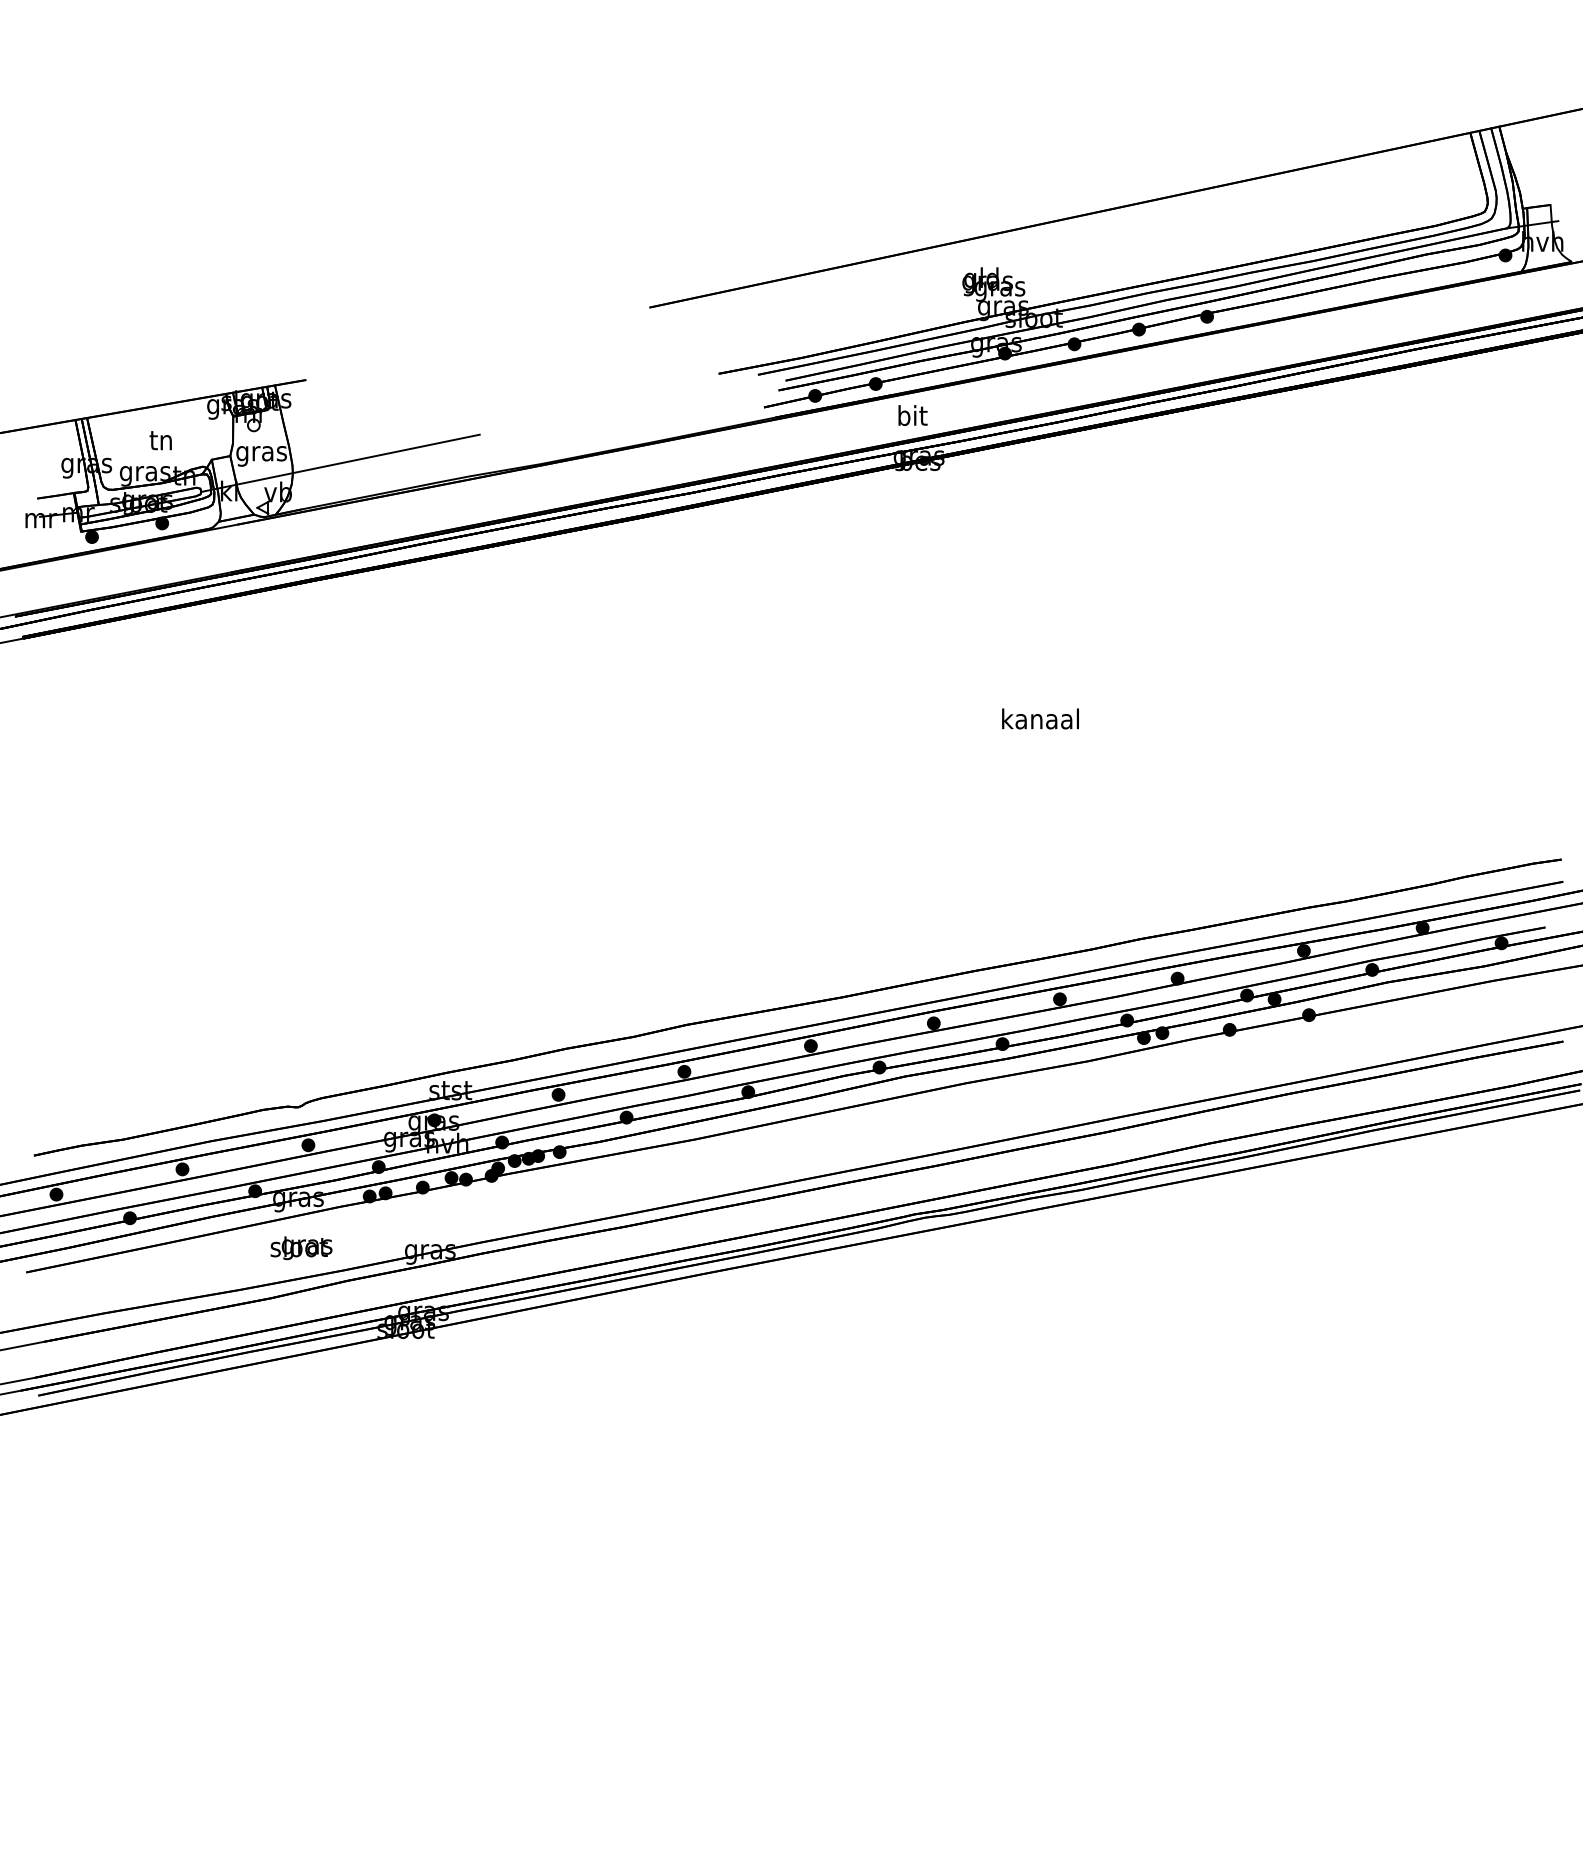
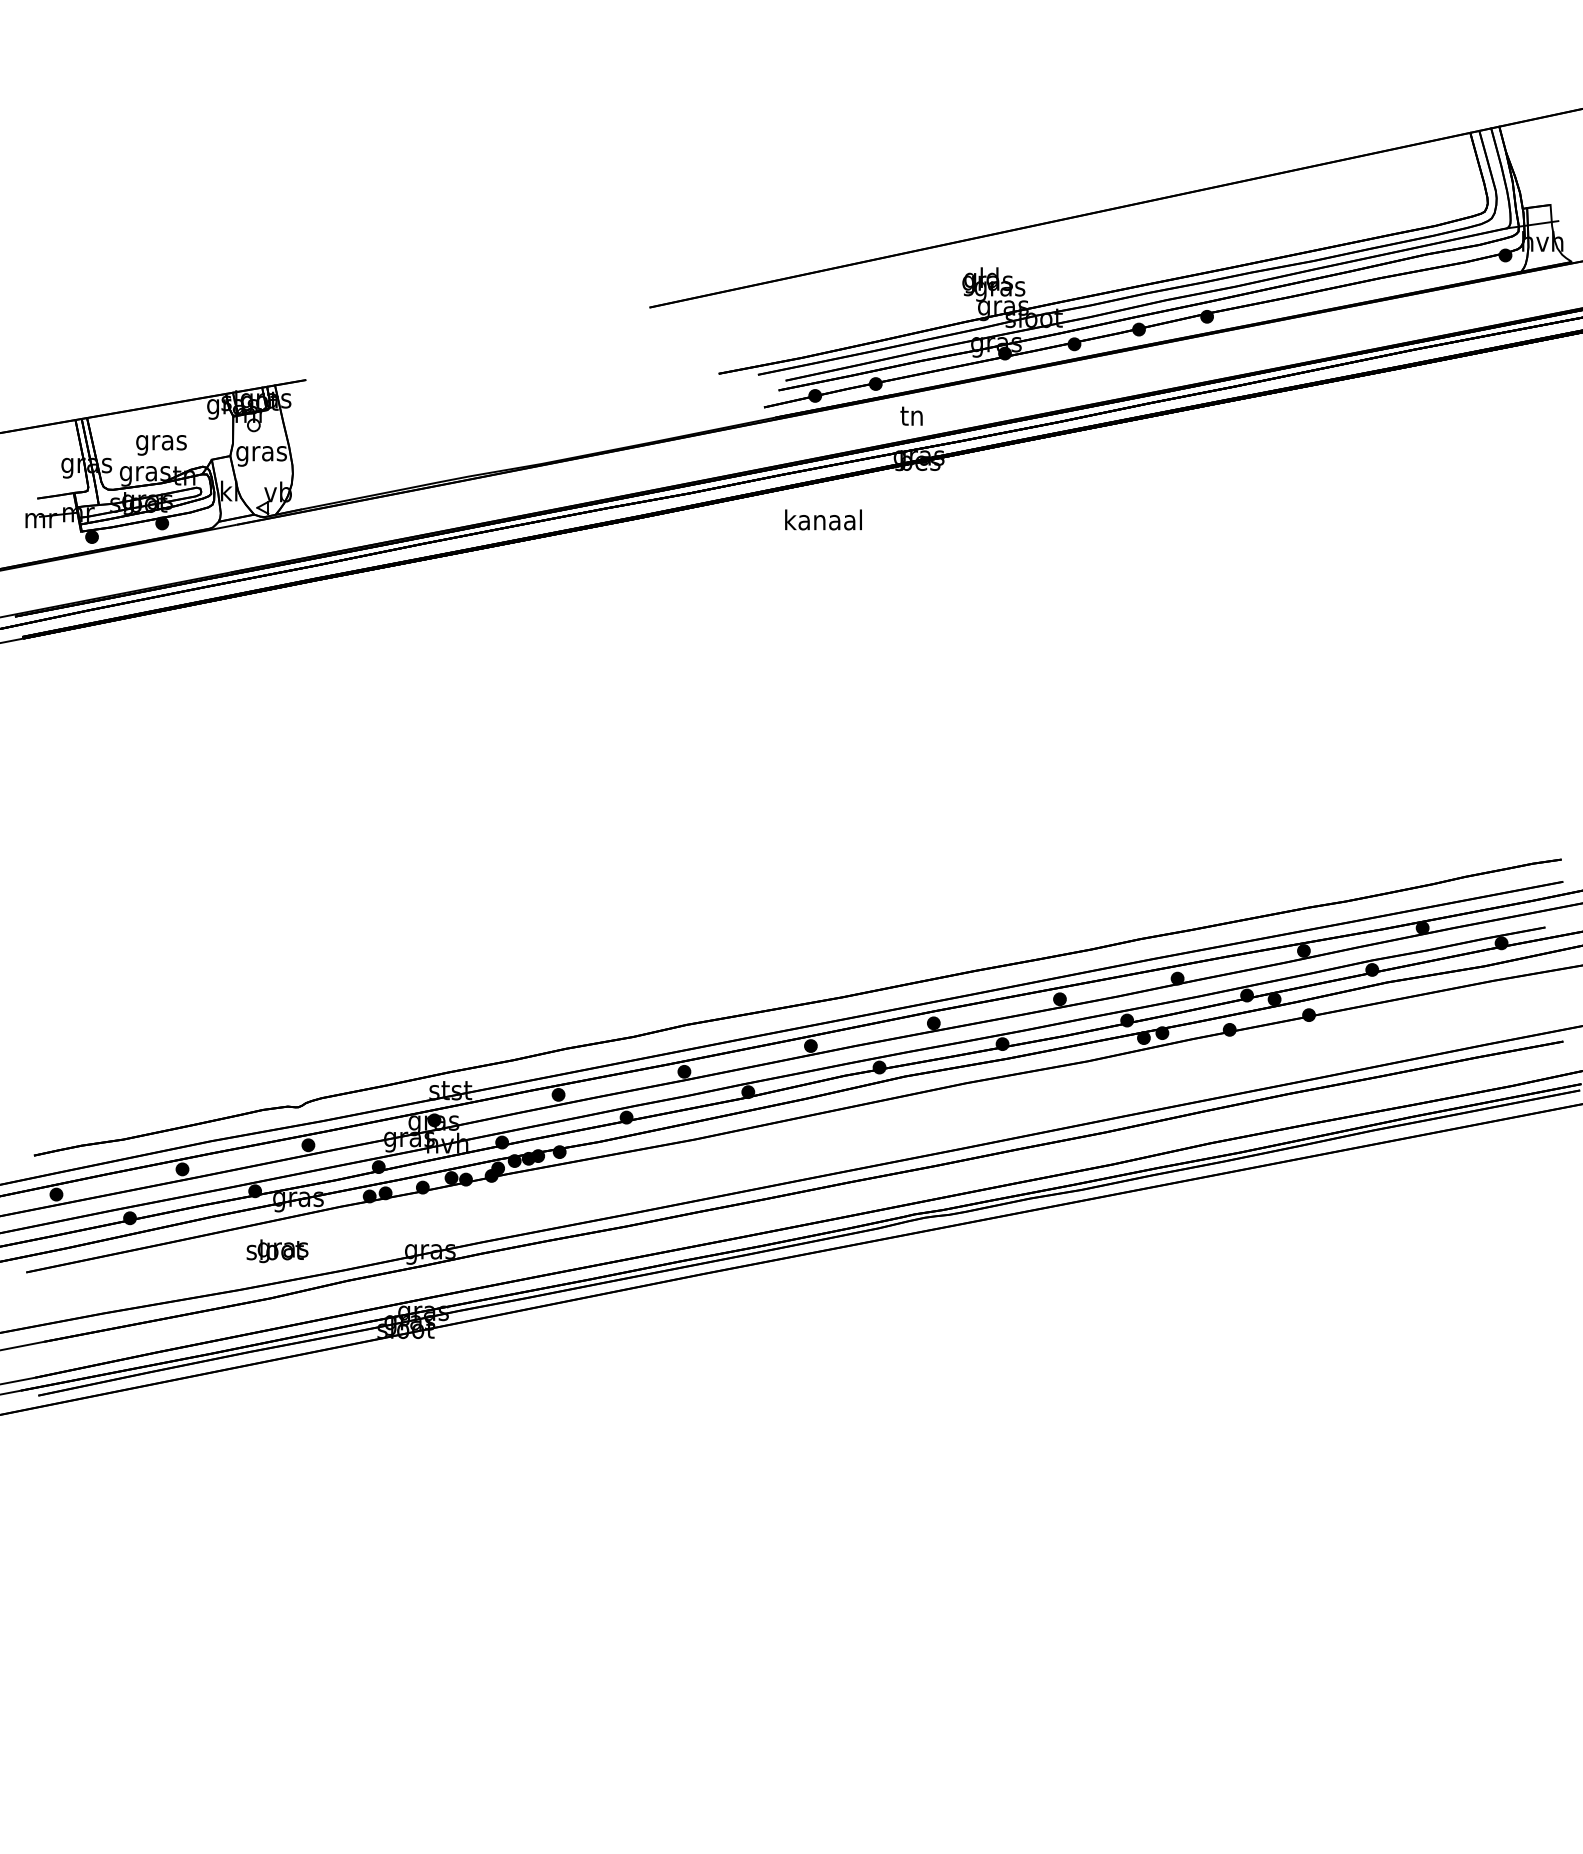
text at (912, 415): bit -> tn
text at (161, 443): tn -> gras
line at (340, 462): present -> none
text at (1040, 718) position: (1040, 718) -> (823, 519)
text at (301, 1248) position: (301, 1248) -> (277, 1251)
